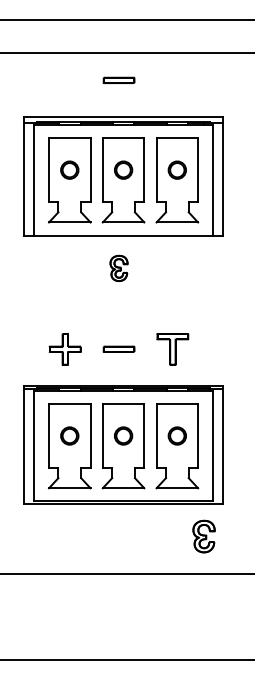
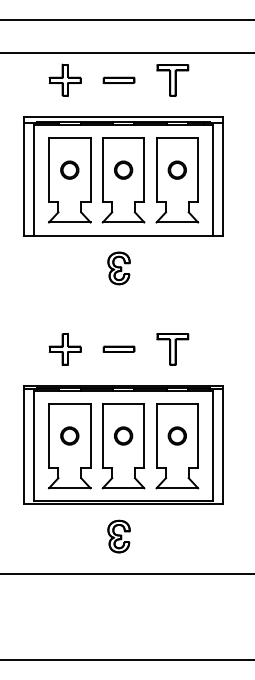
part at (64, 79): none -> present
part at (172, 80): none -> present
part at (118, 267) size: 20x28 px -> 24x35 px
part at (203, 536) position: (203, 536) -> (118, 536)
